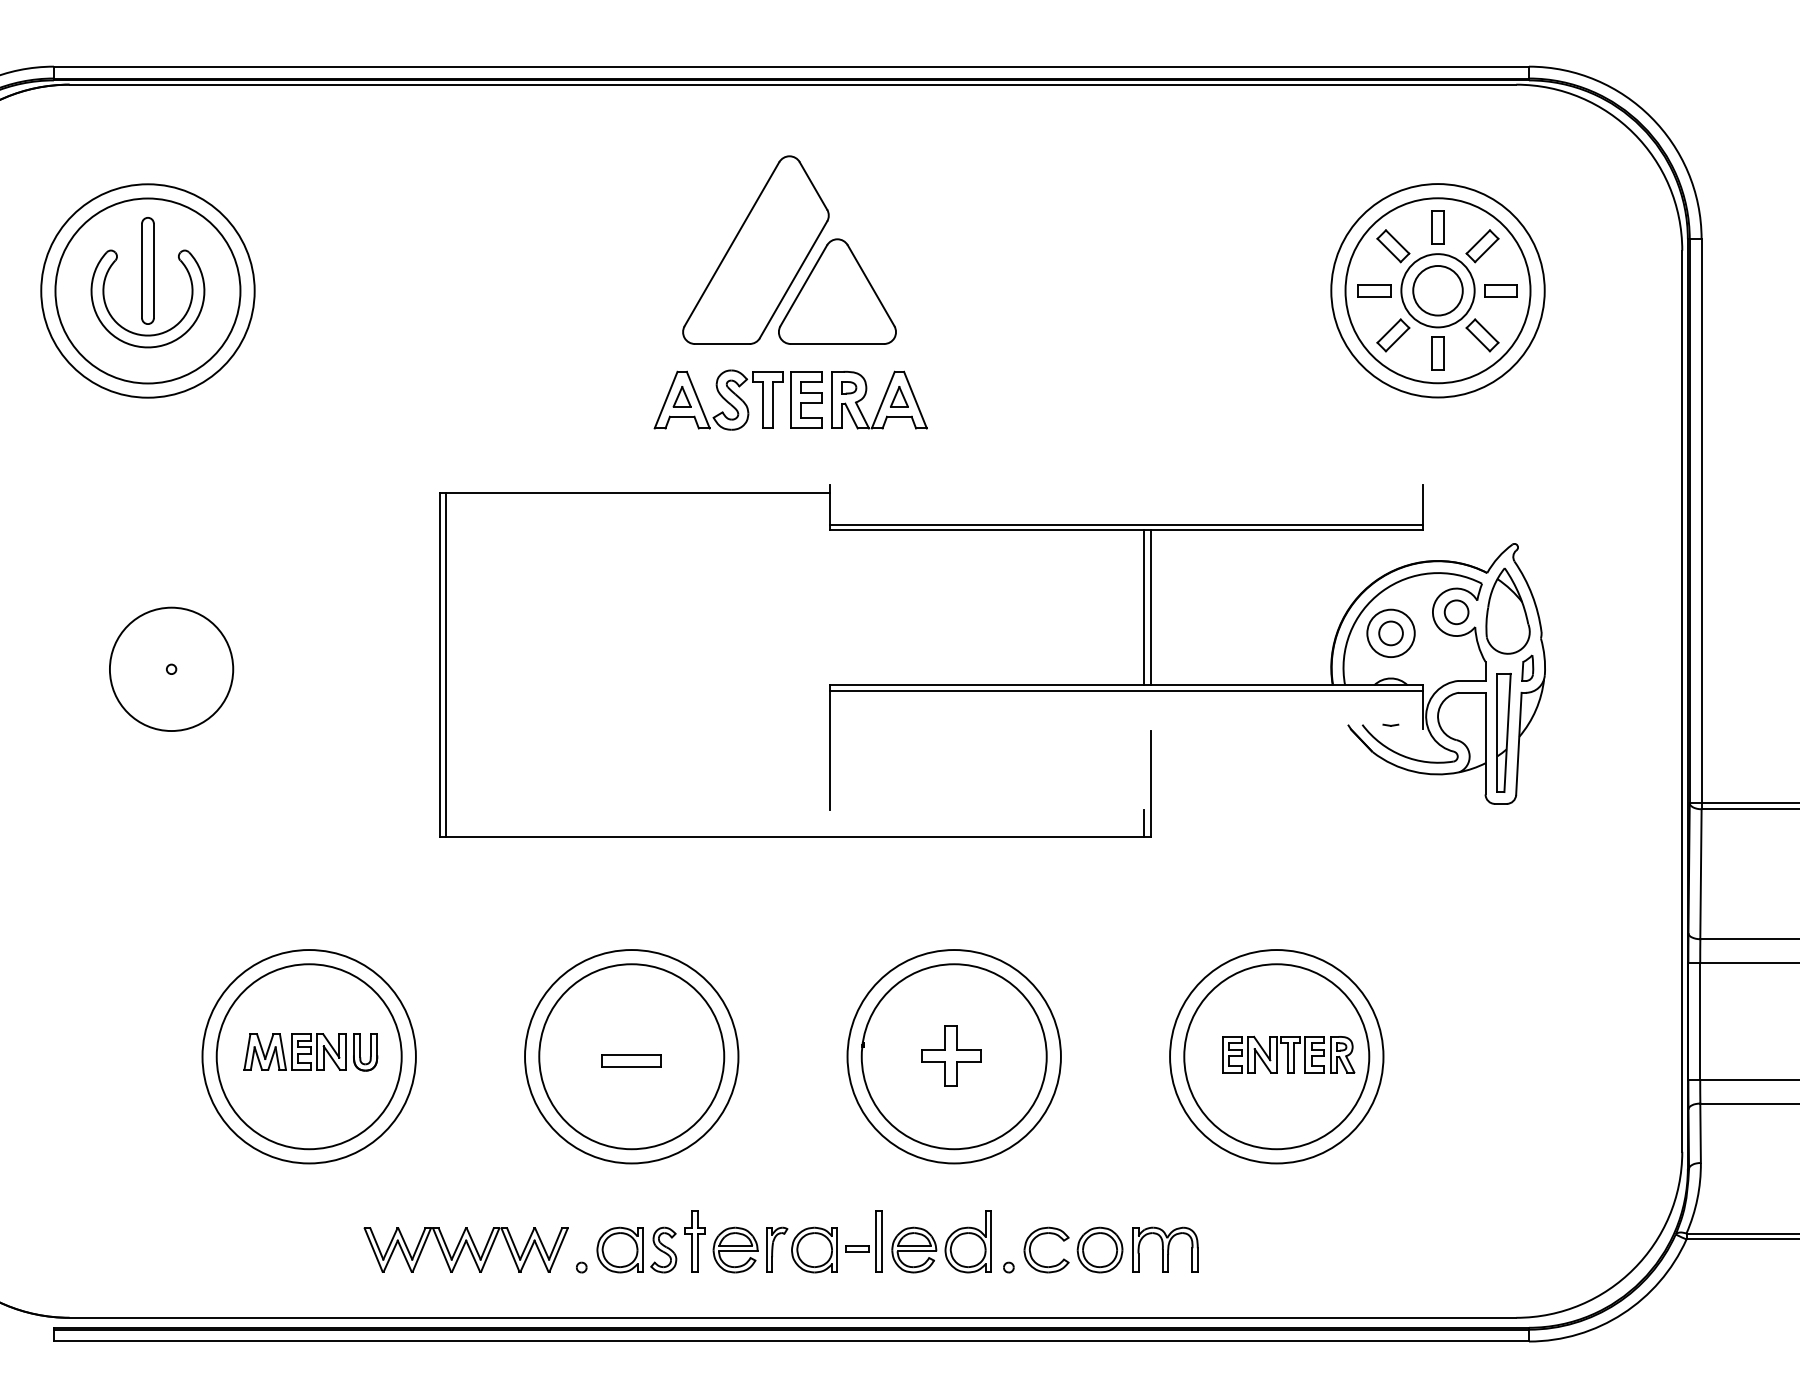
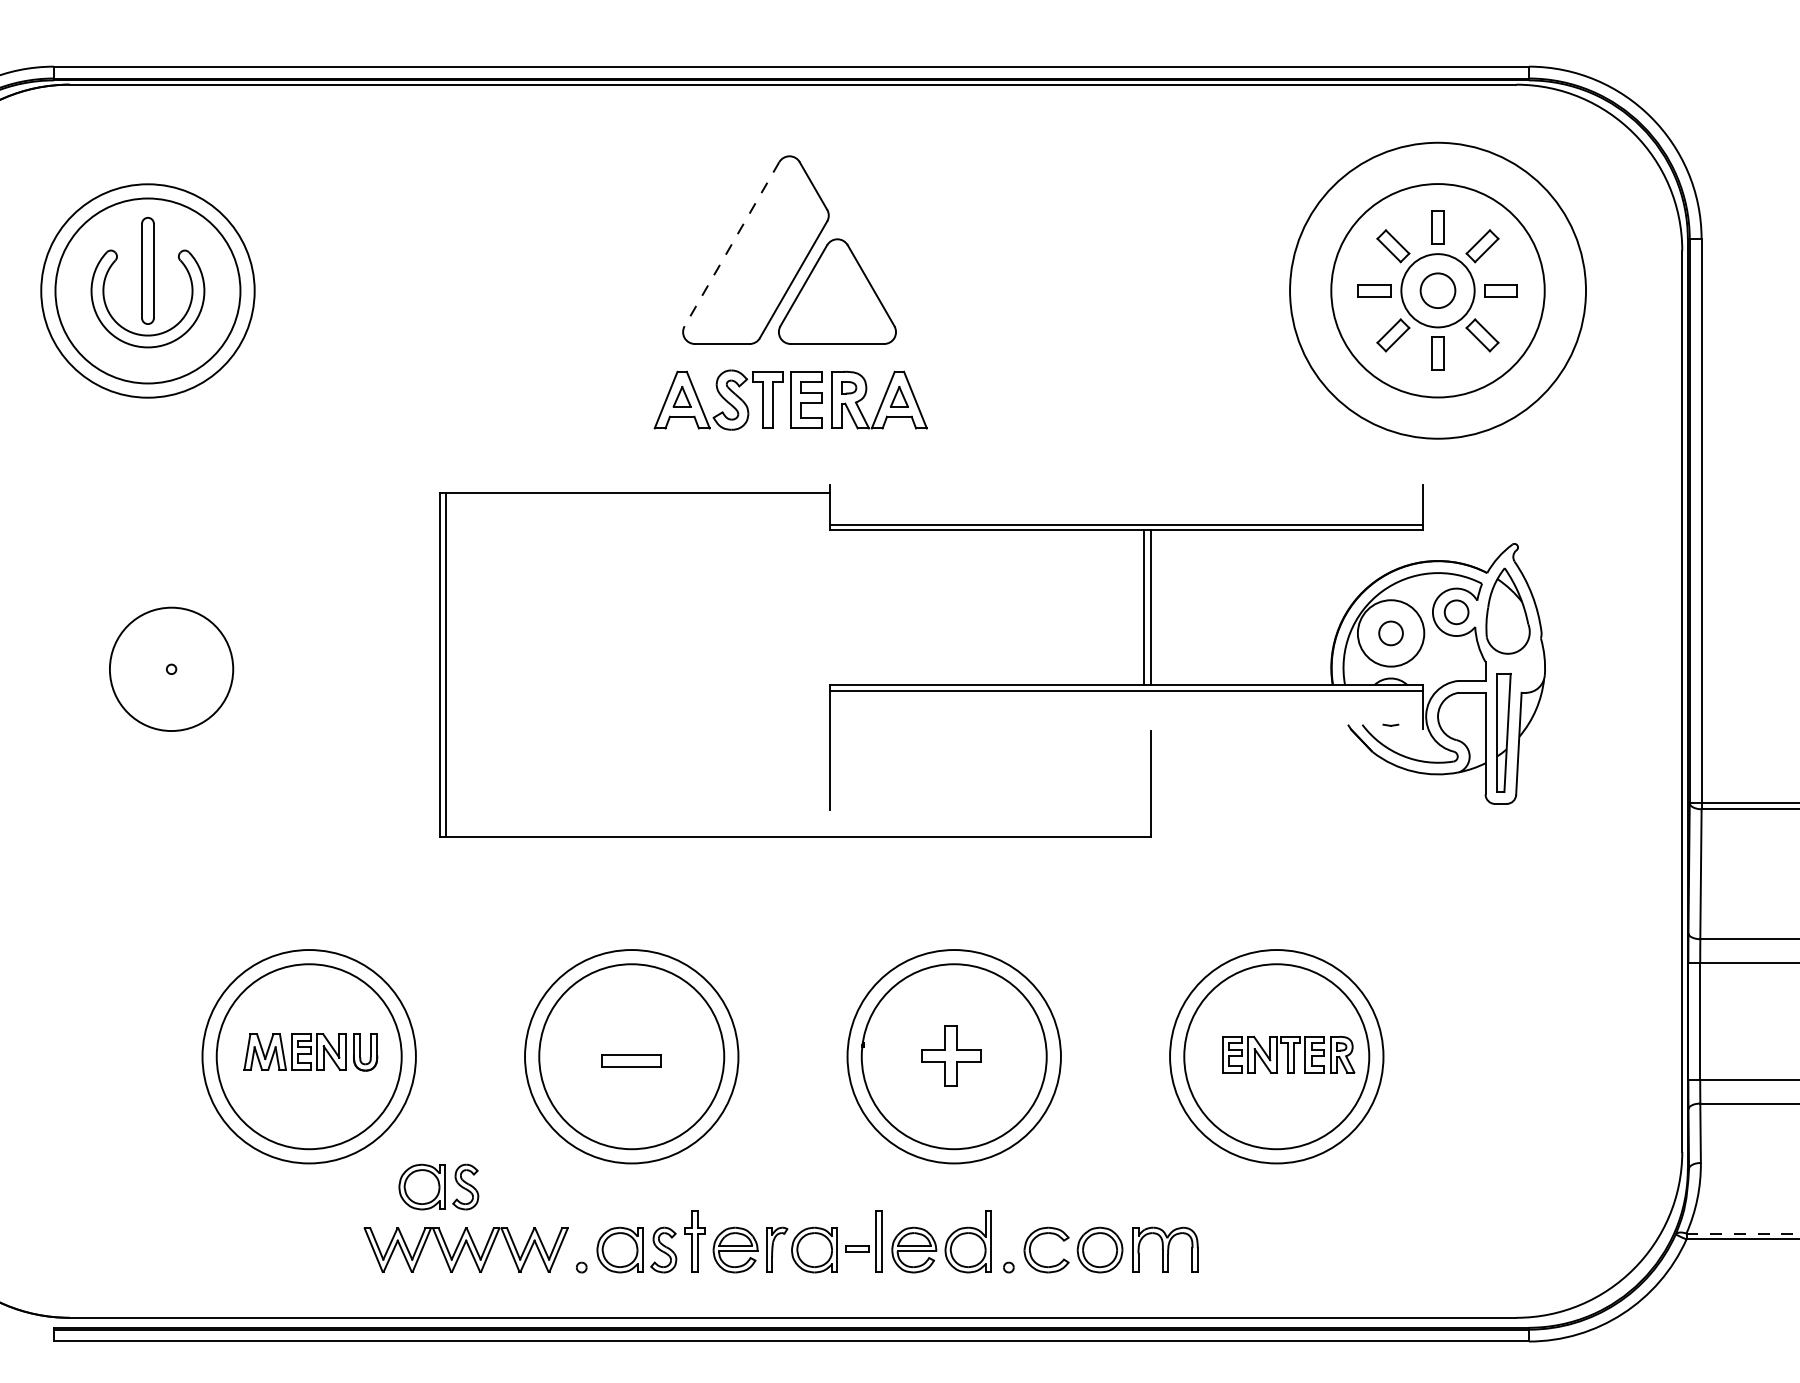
line at (731, 244): solid -> dashed
circle at (1437, 290) diameter: 185 px -> 296 px
circle at (1437, 290) diameter: 50 px -> 35 px
circle at (1390, 633) diameter: 47 px -> 66 px
part at (1527, 667): present -> none
line at (1143, 823): present -> none
part at (438, 1186): none -> present
line at (1743, 1233): solid -> dashed
